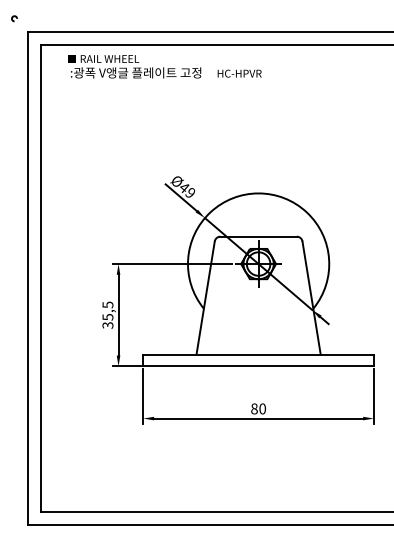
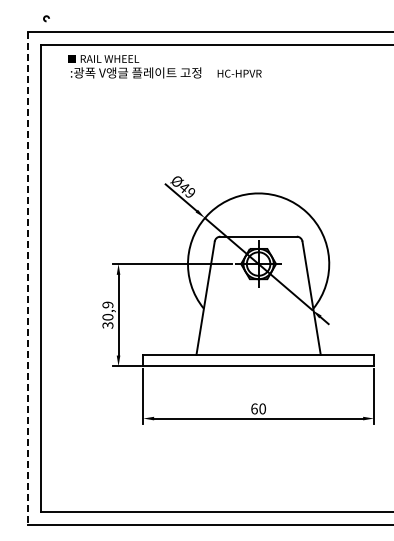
arc at (14, 17) position: (14, 17) -> (46, 17)
line at (27, 278): solid -> dashed
text at (107, 310): 35,5 -> 30,9
text at (254, 408): 80 -> 60
